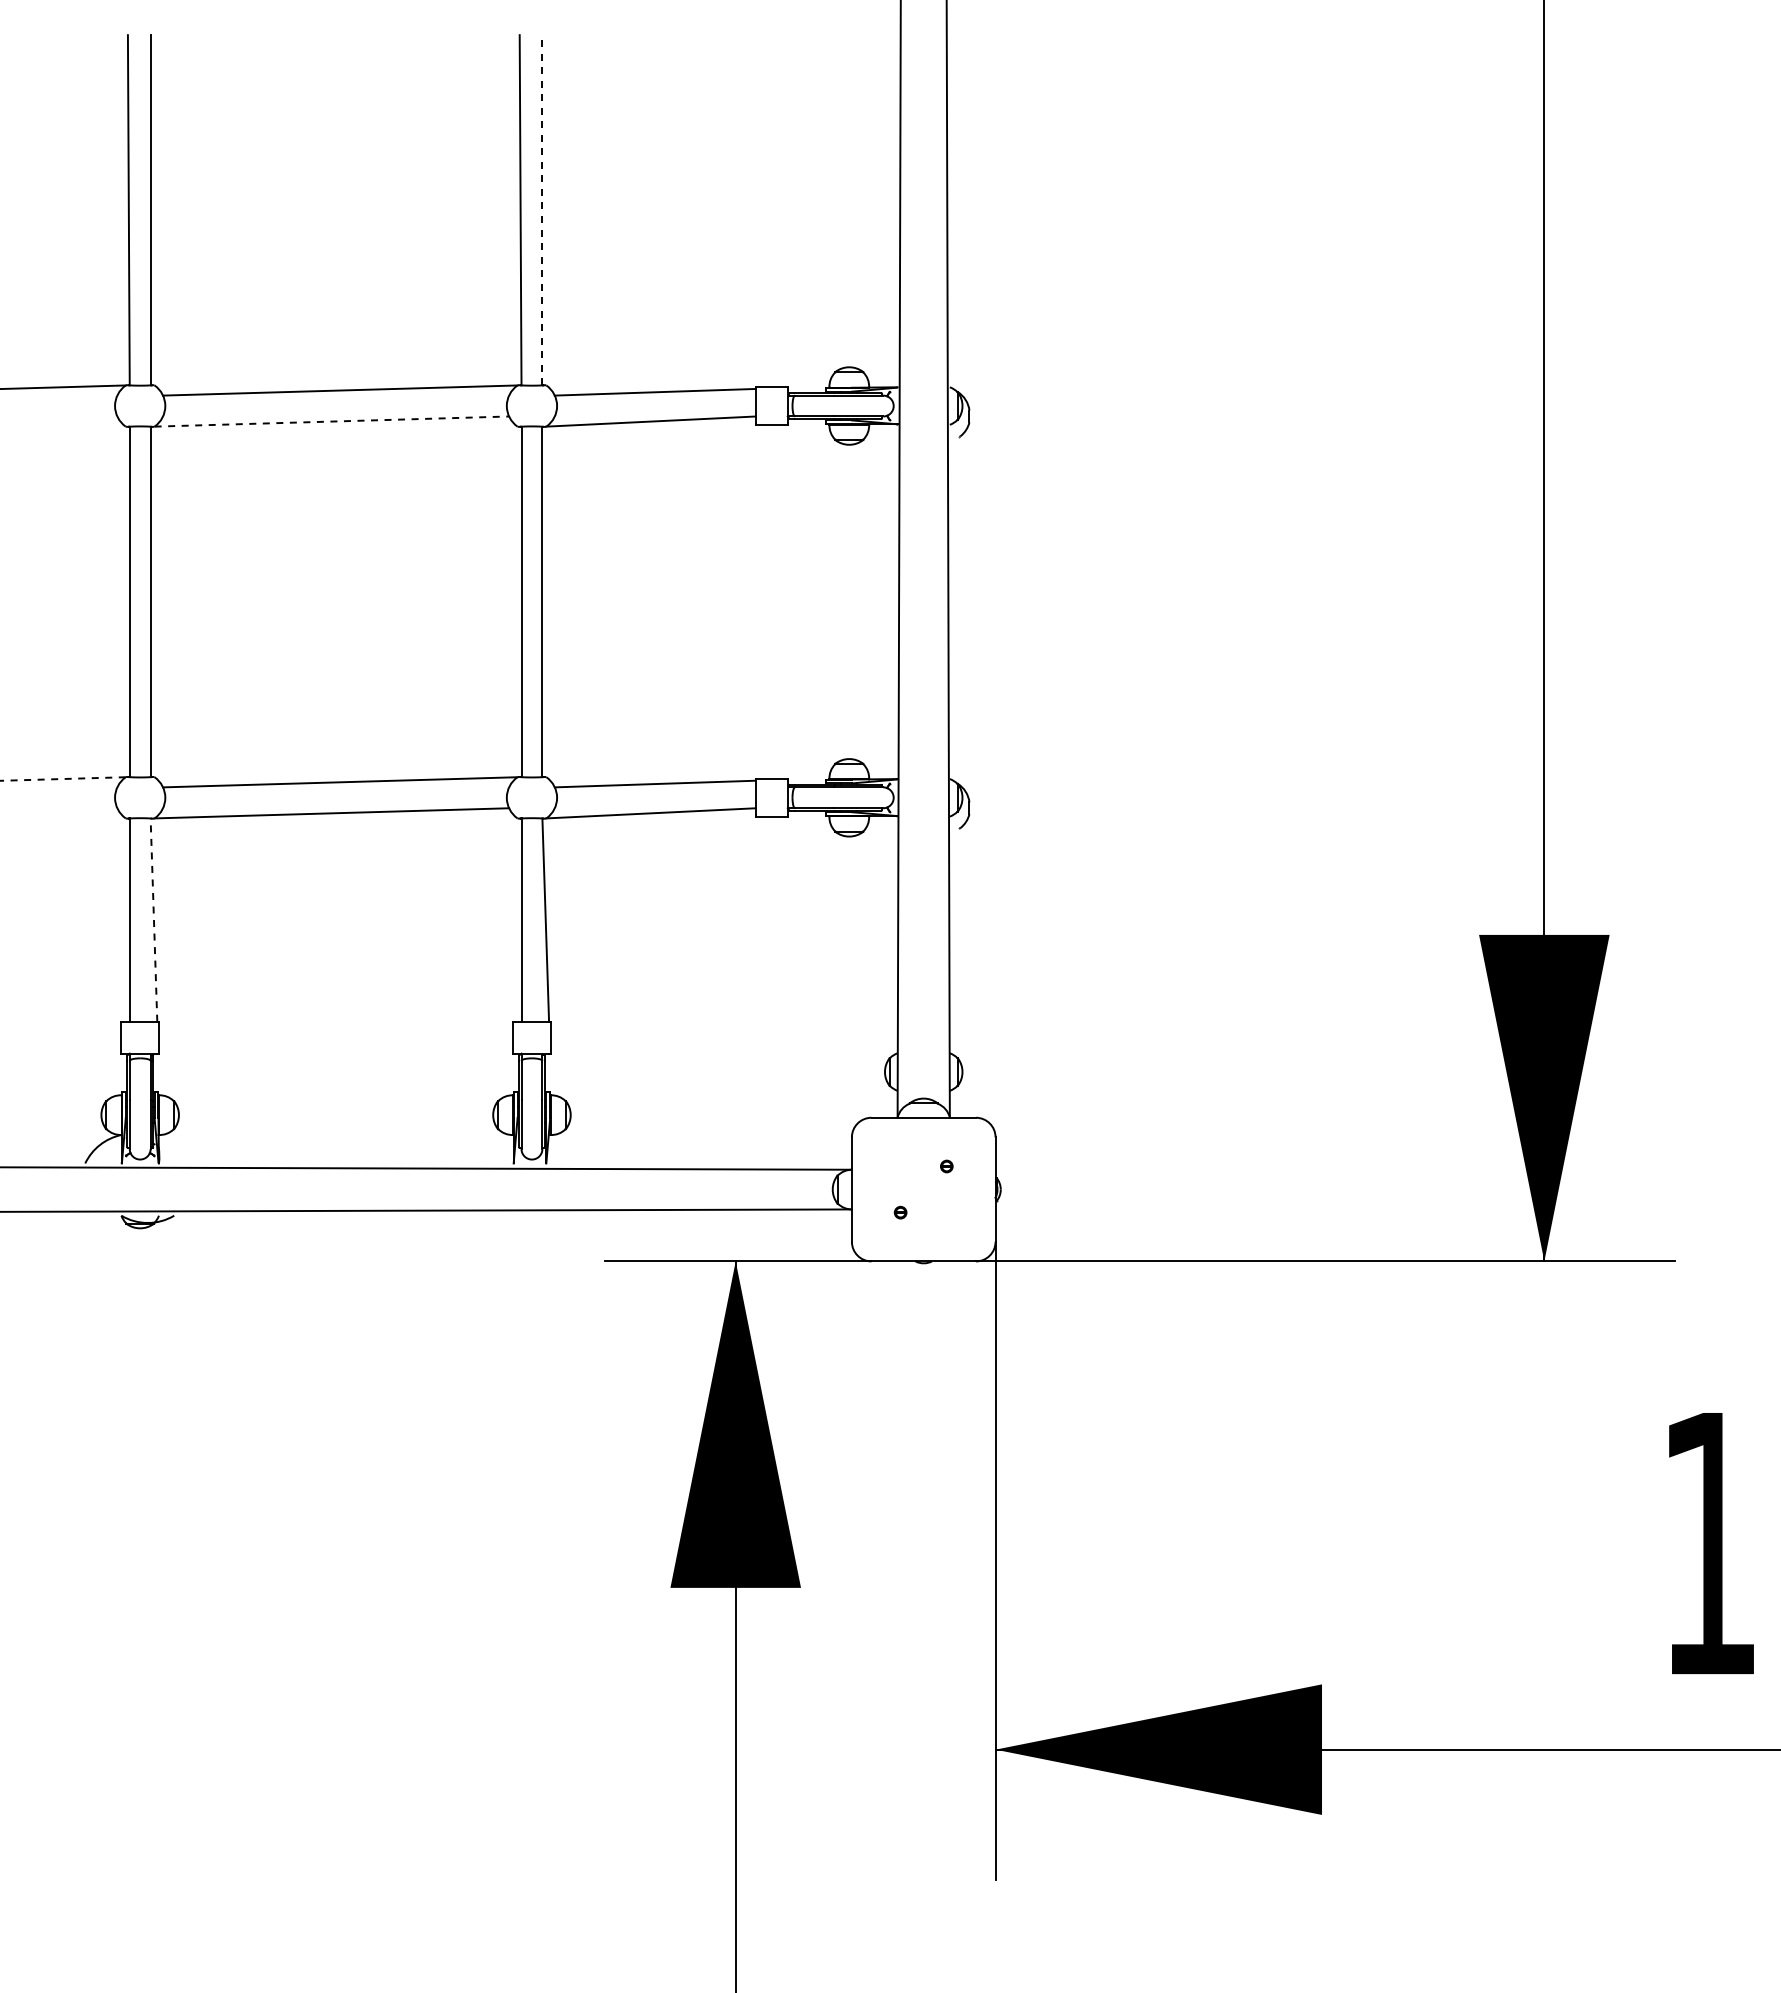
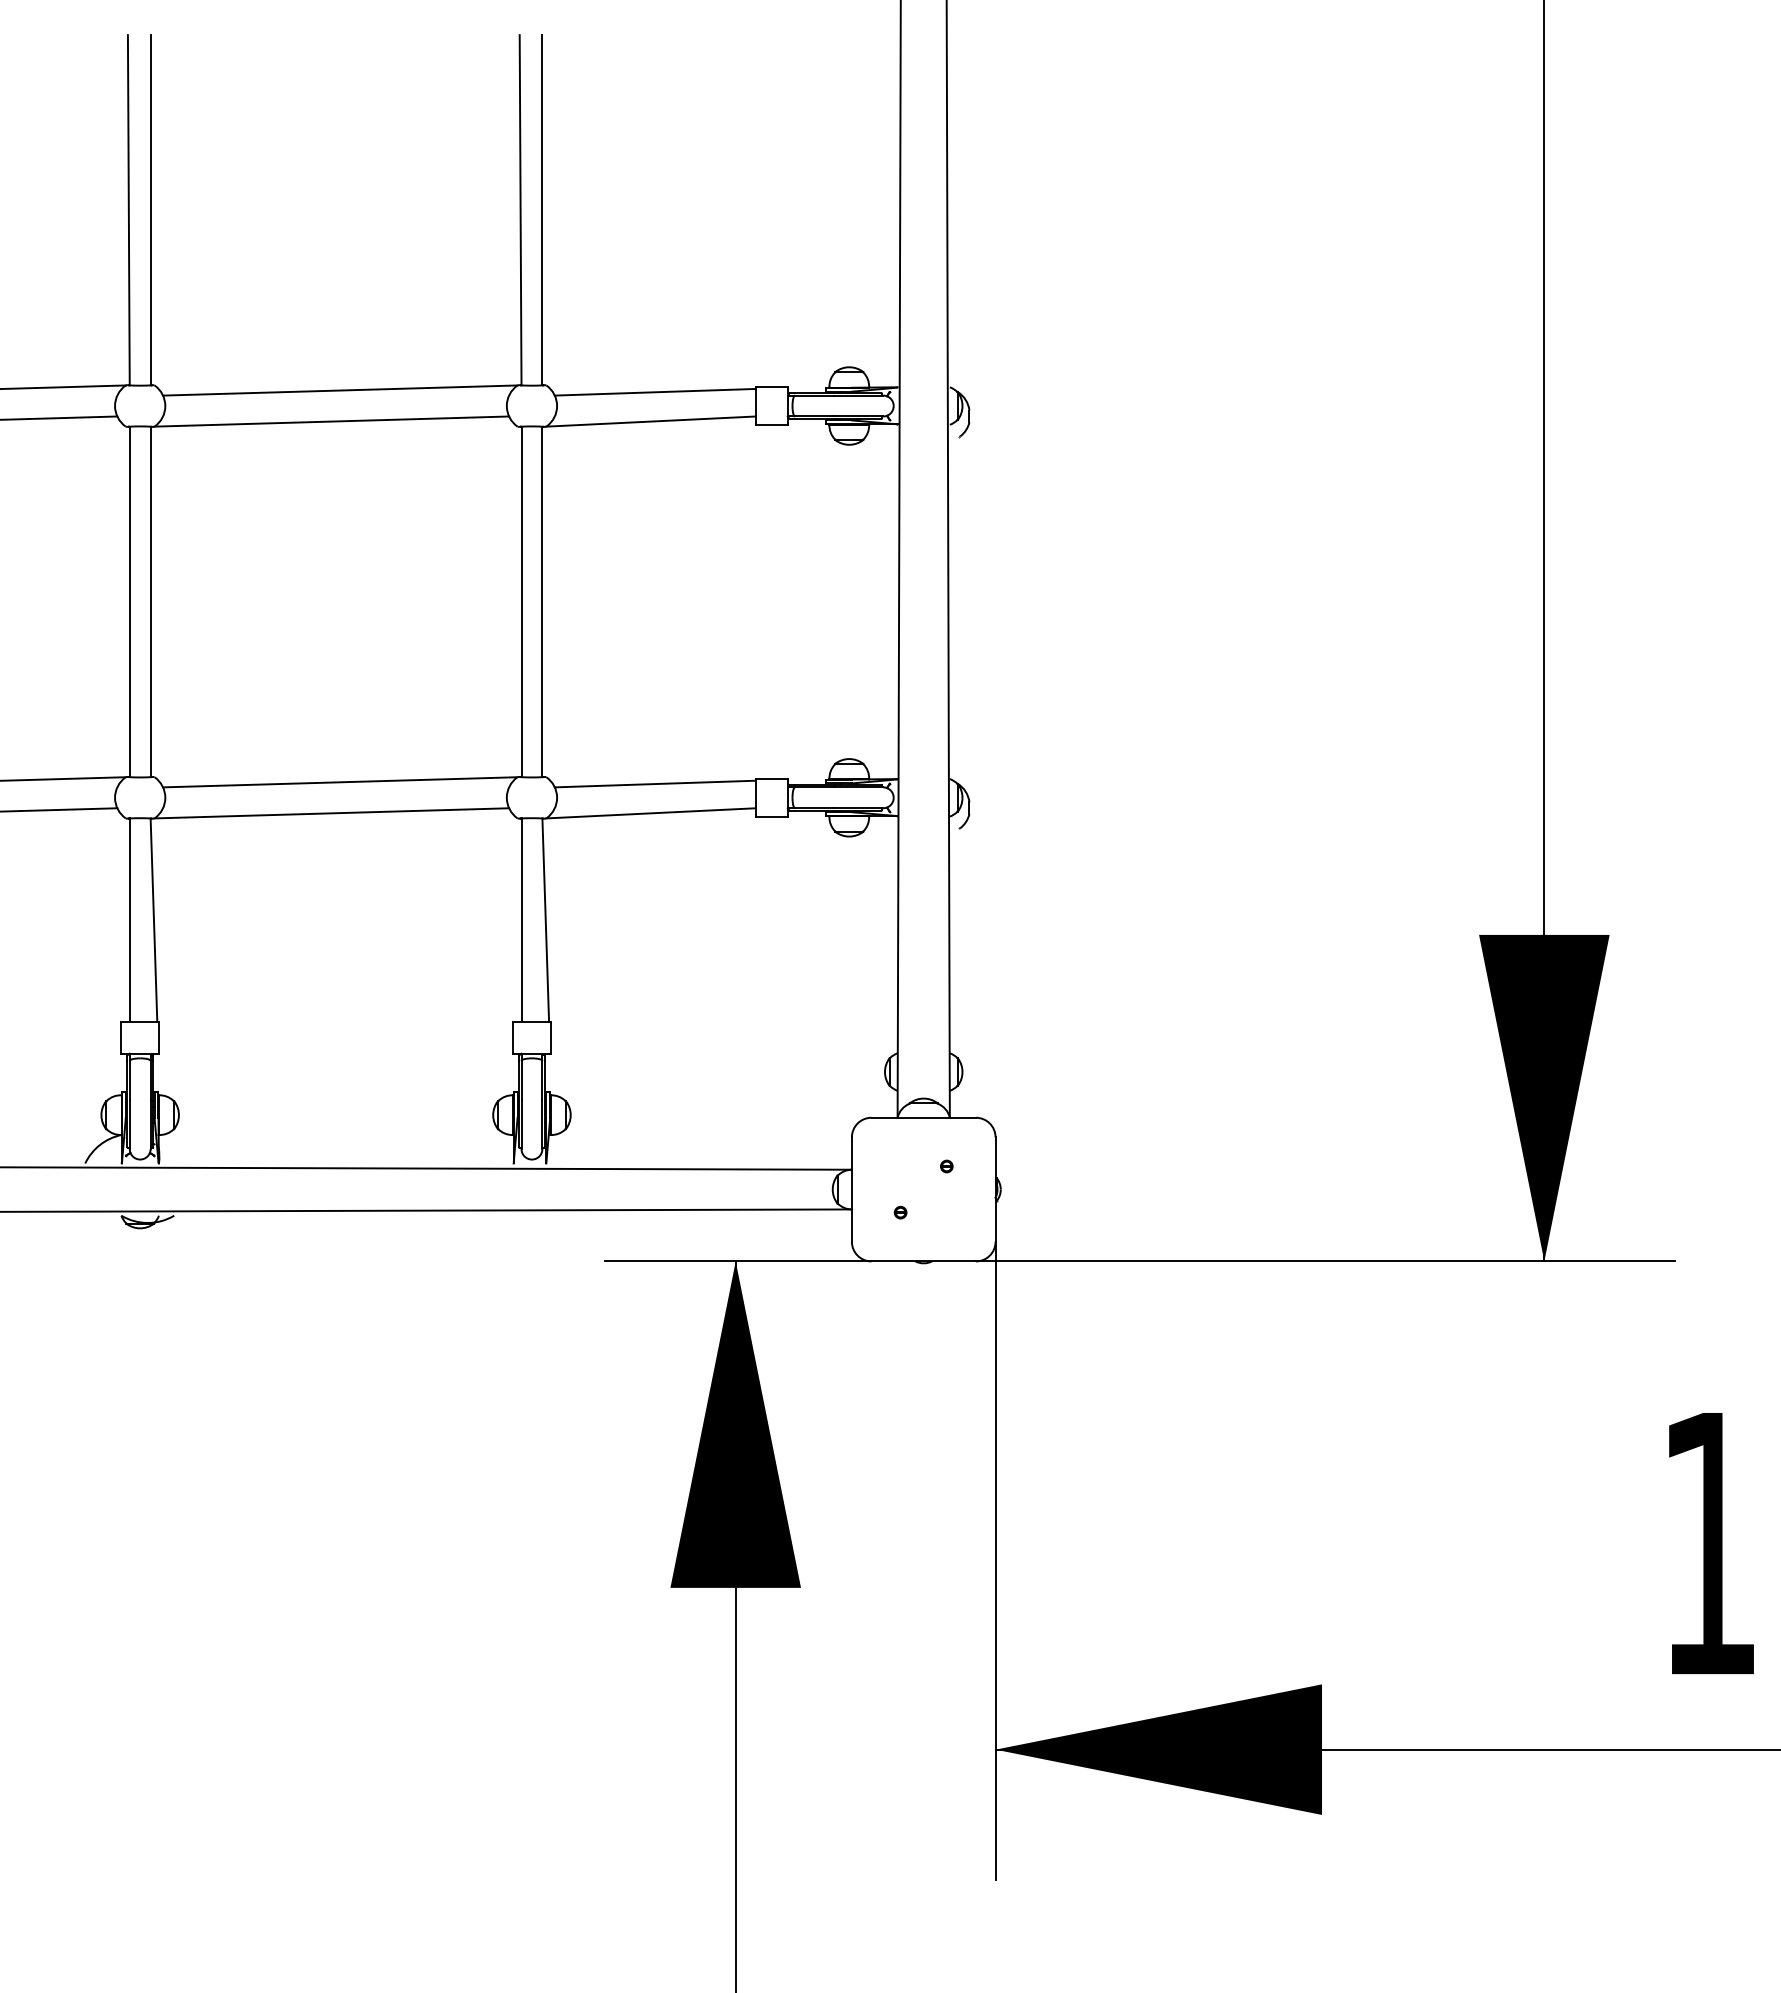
line at (542, 209): dashed -> solid
line at (59, 417): none -> present
line at (332, 421): dashed -> solid
line at (62, 779): dashed -> solid
line at (59, 809): none -> present
line at (153, 920): dashed -> solid
